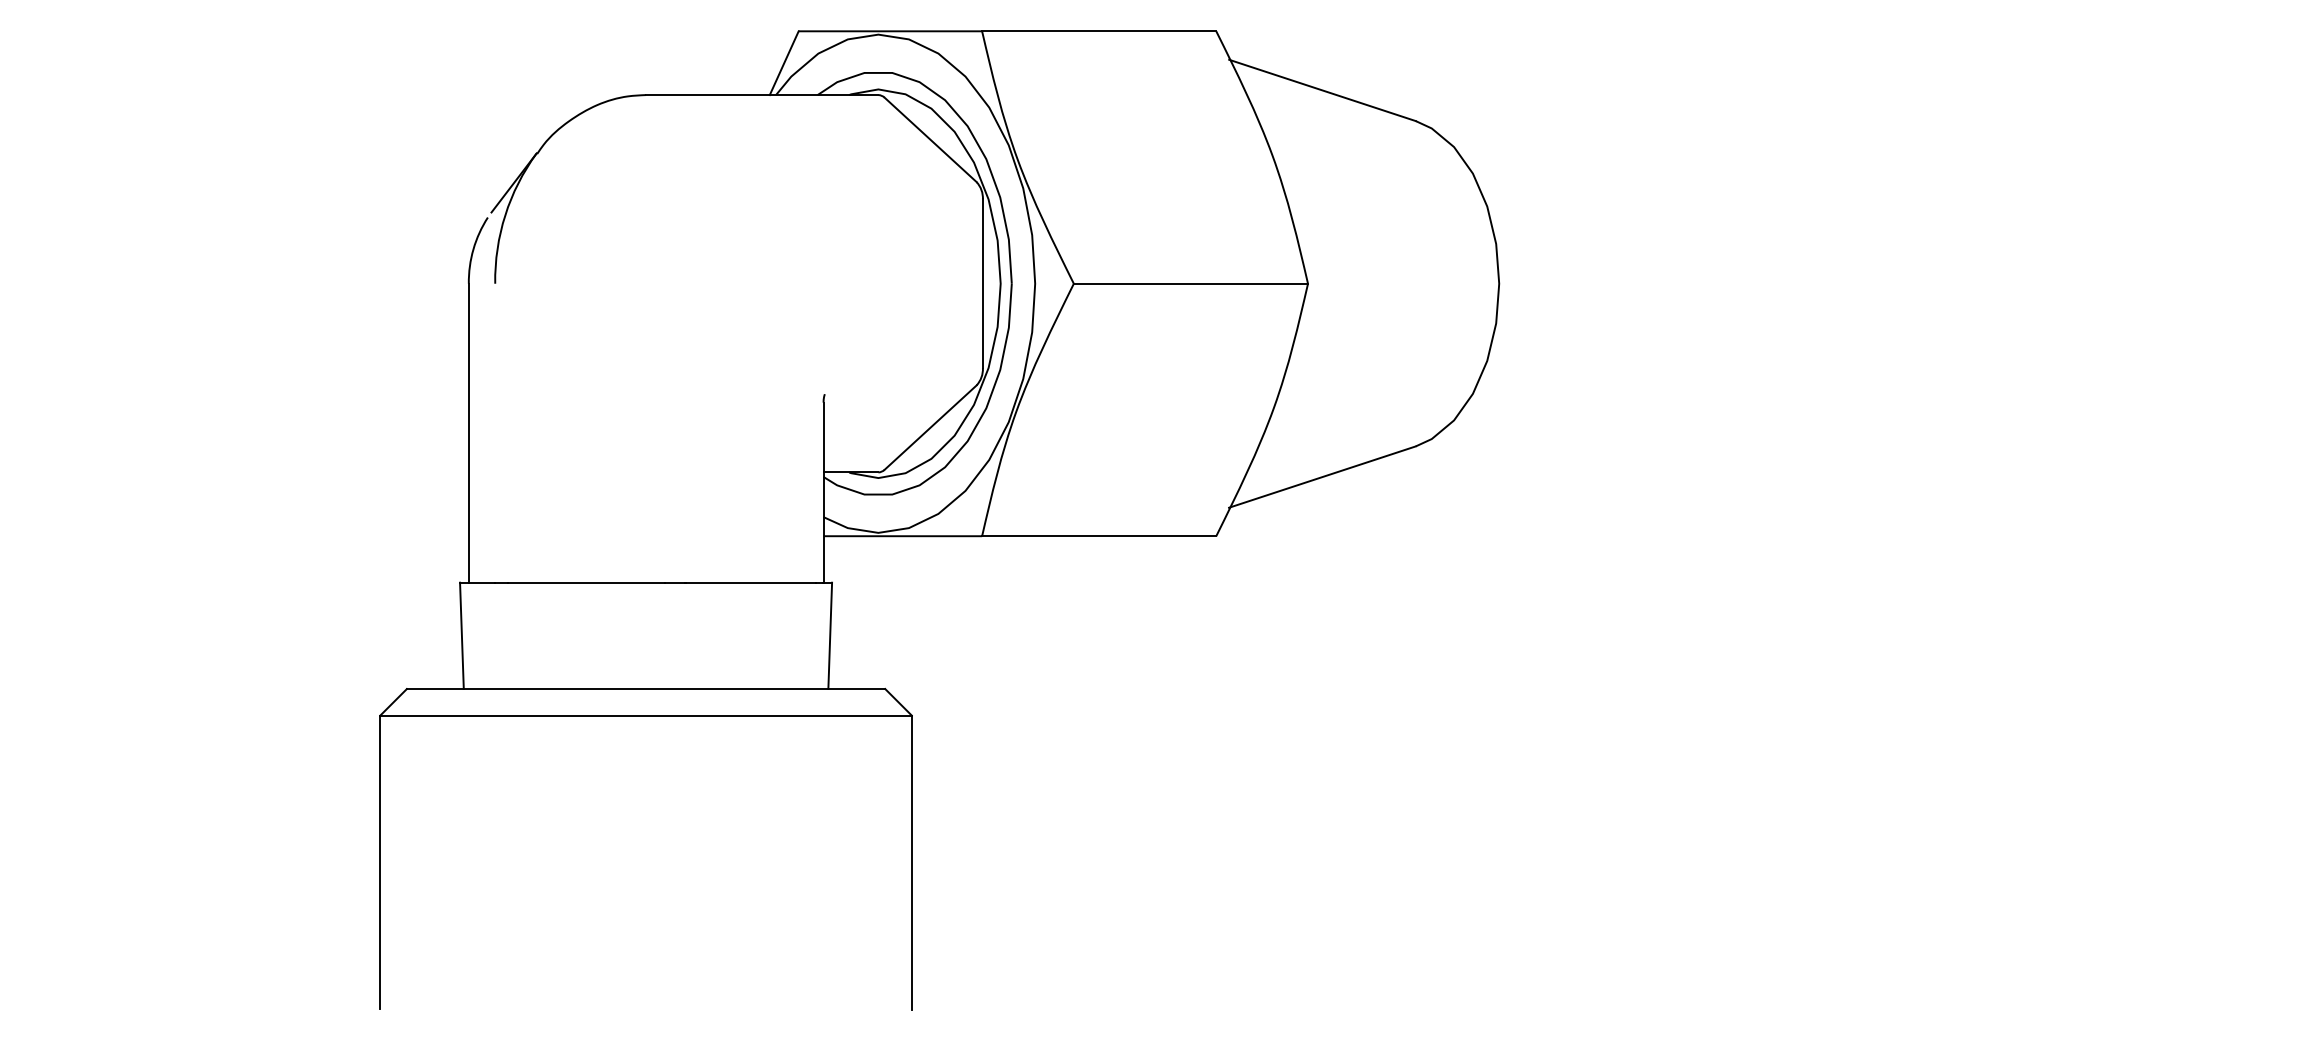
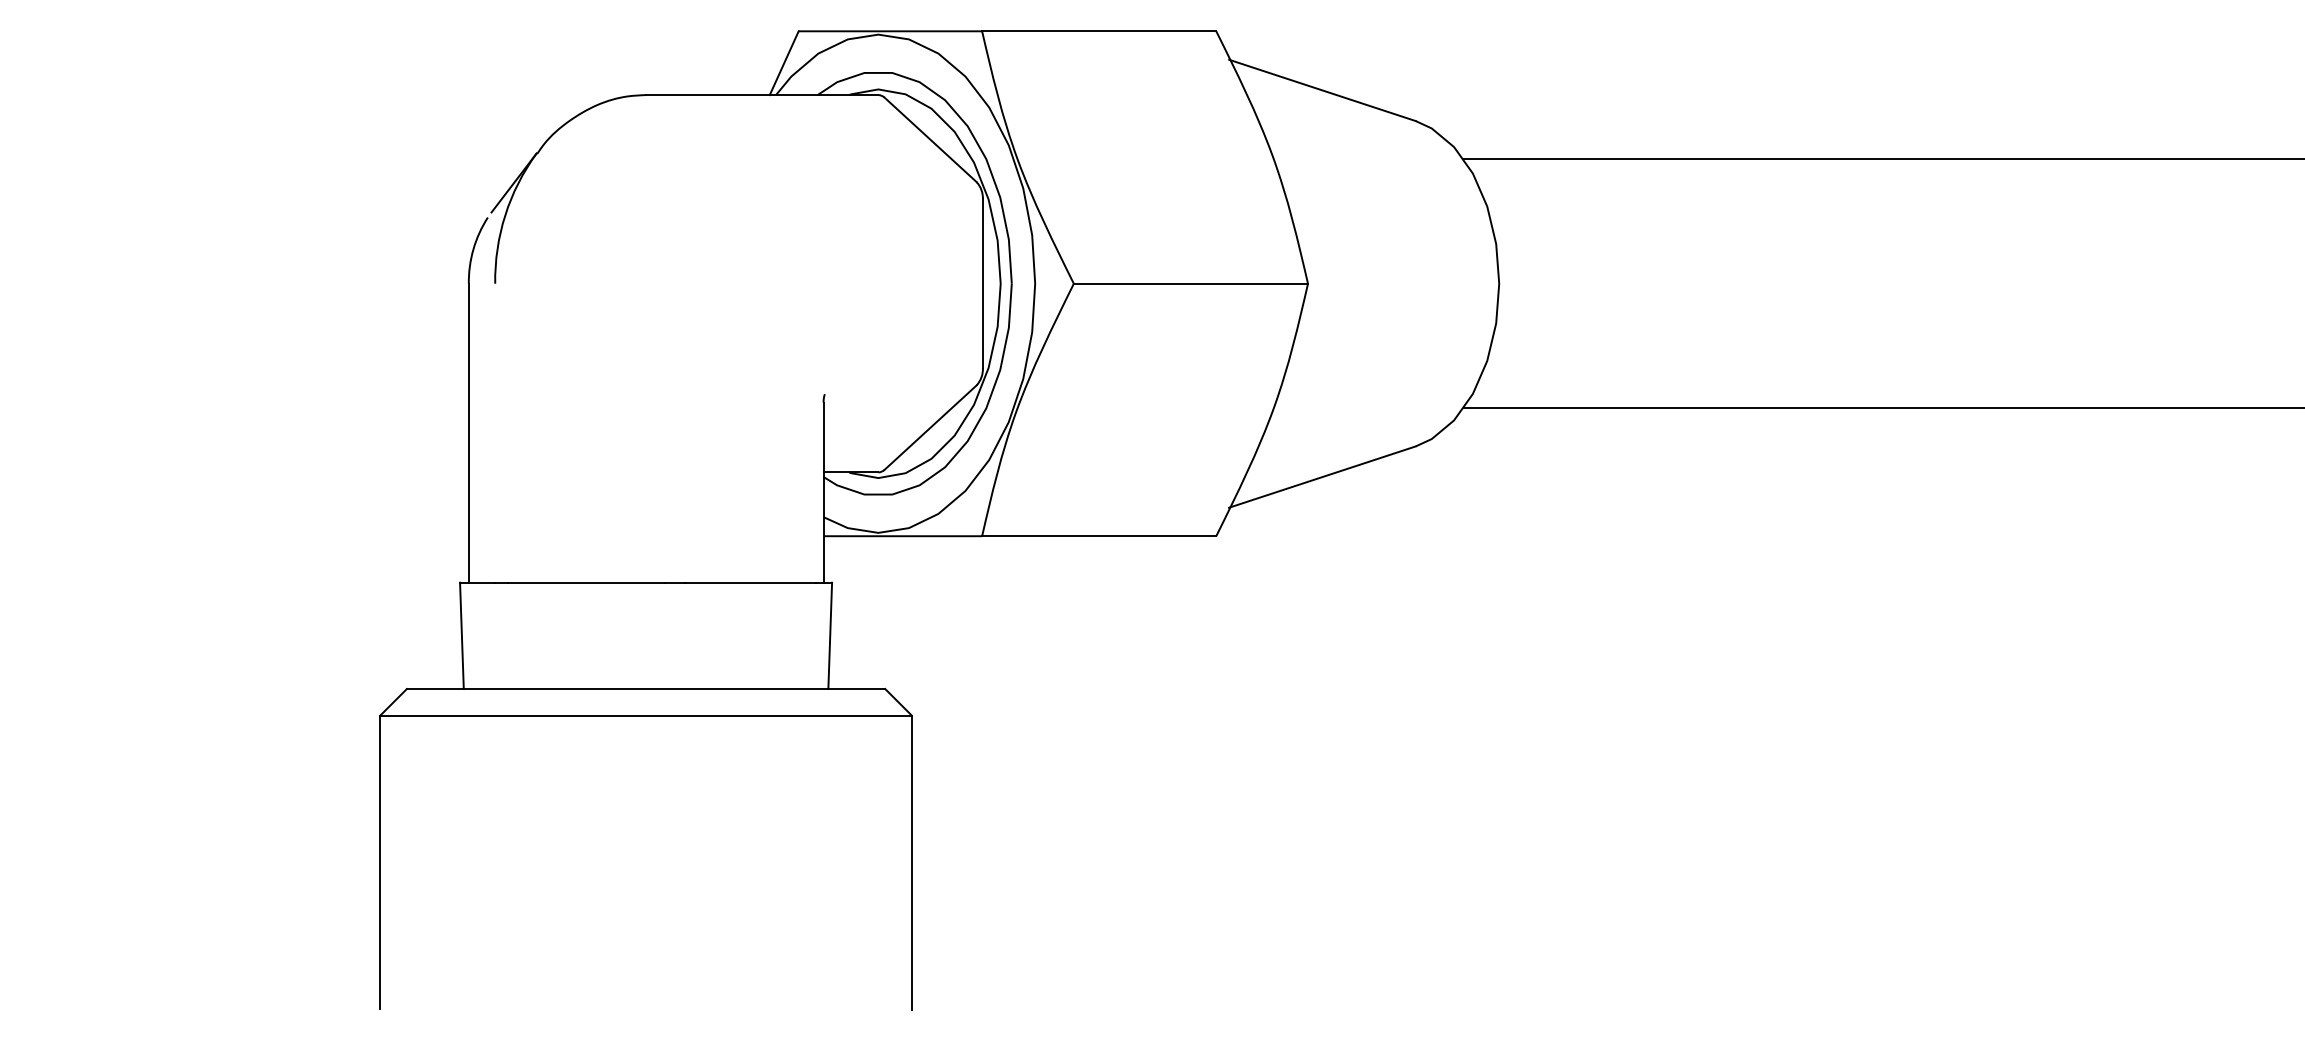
line at (1882, 159): none -> present
line at (1882, 408): none -> present
